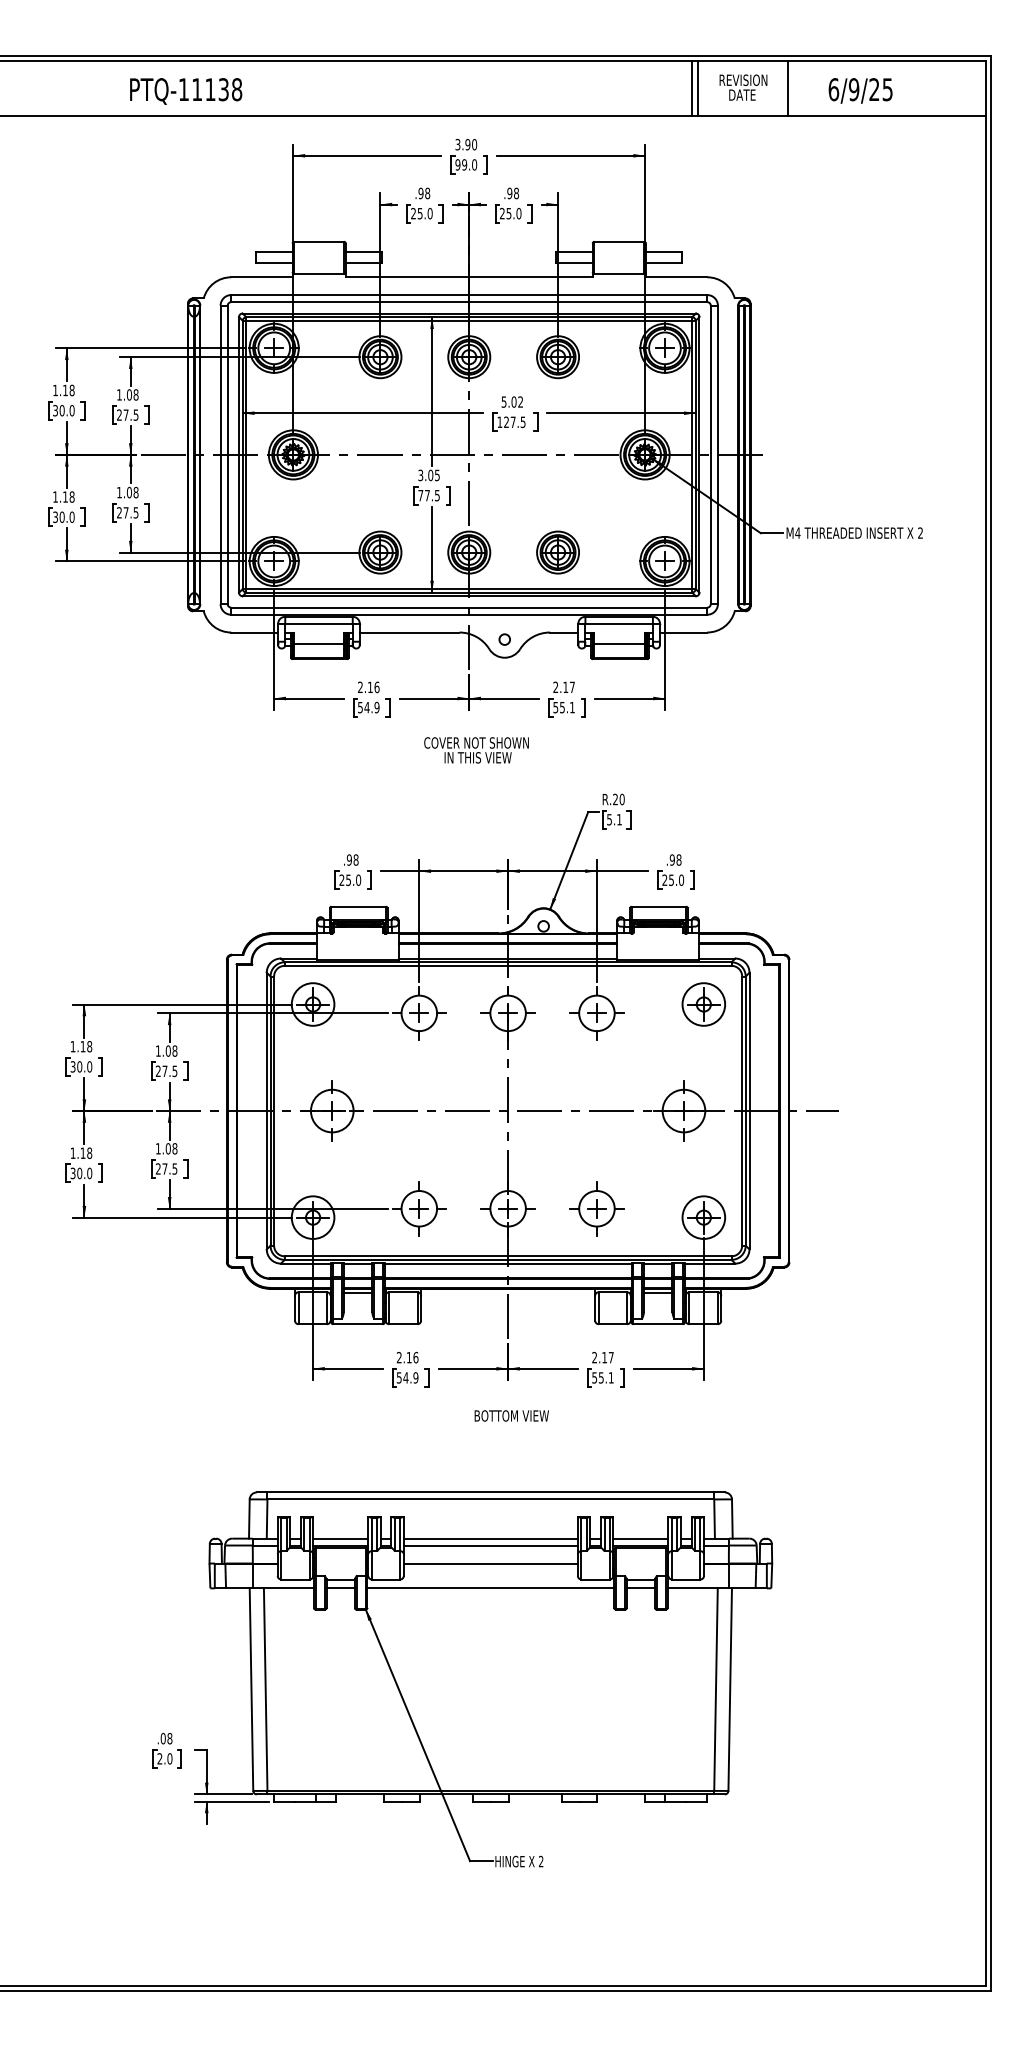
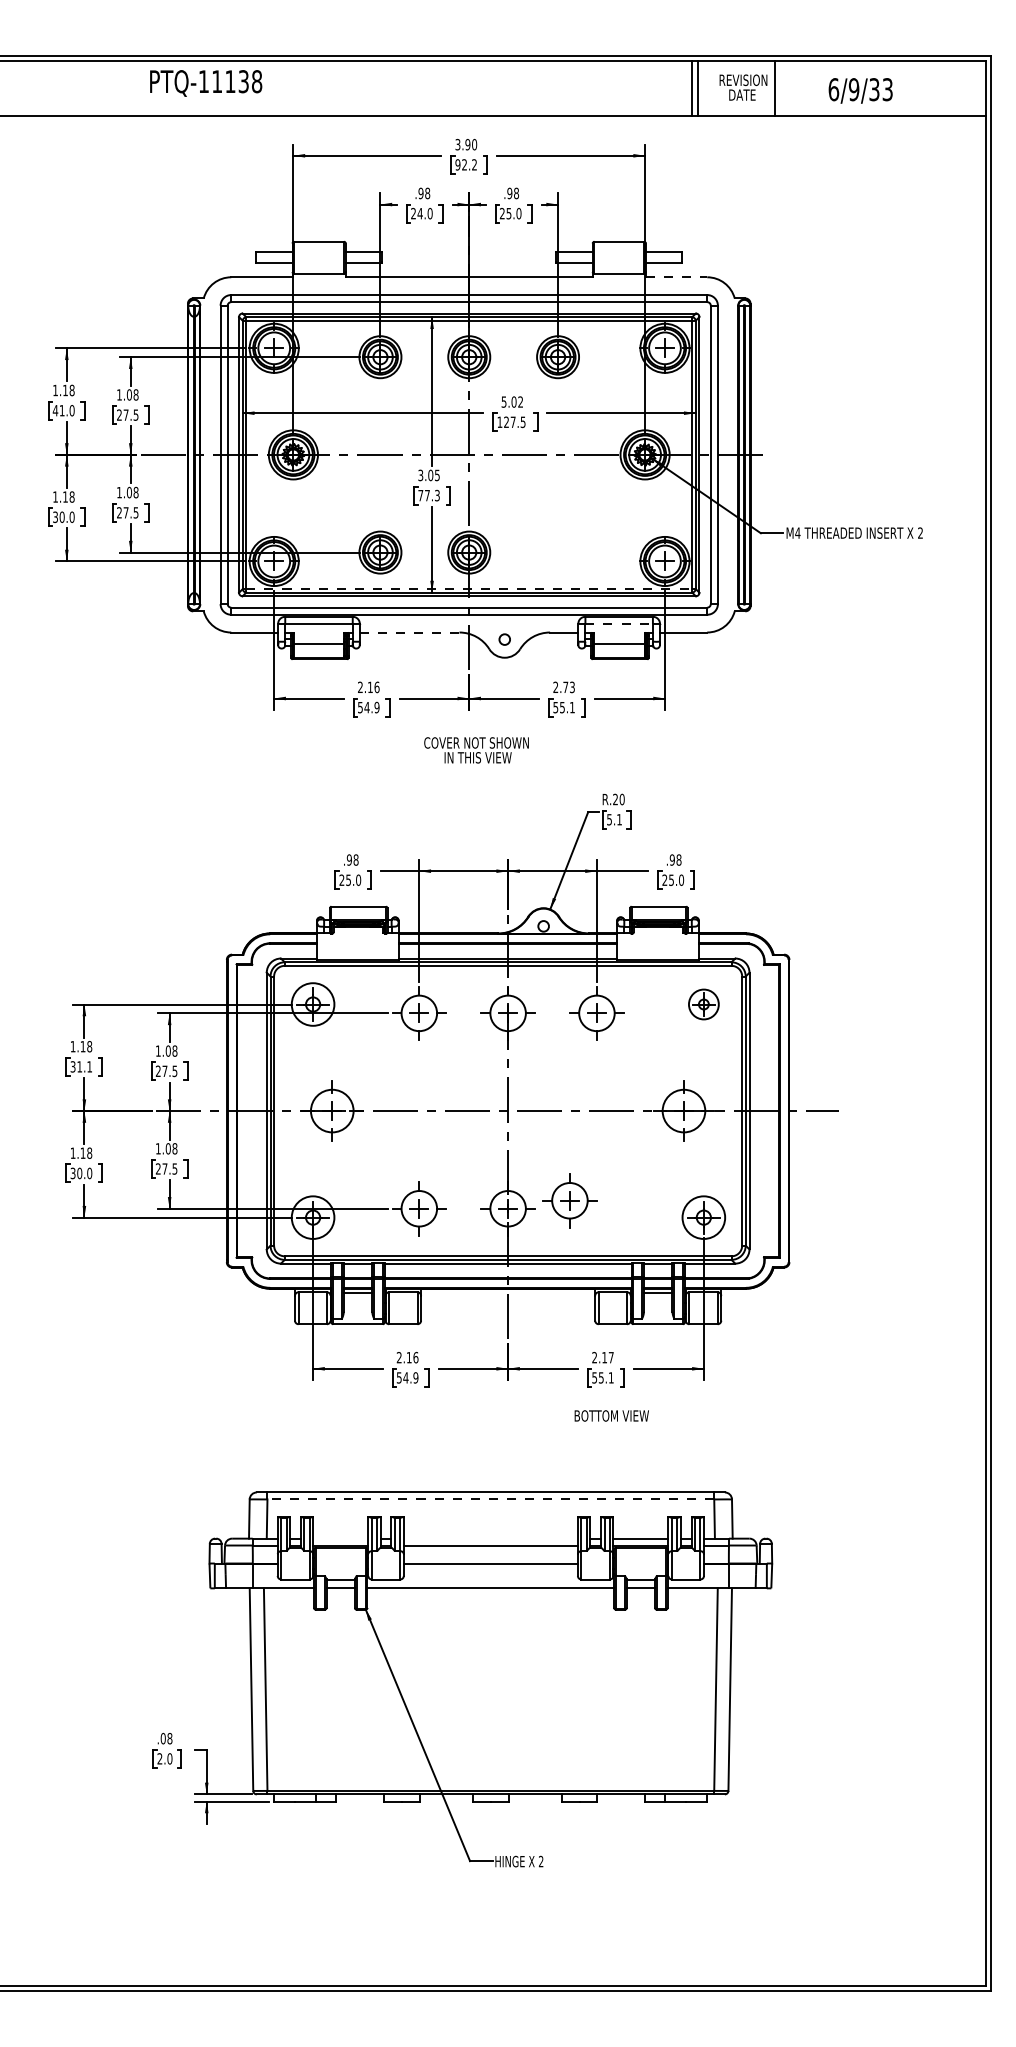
line at (788, 88) position: (788, 88) -> (775, 88)
text at (880, 89): 6/9/25 -> 6/9/33
text at (186, 91) position: (186, 91) -> (206, 83)
text at (469, 164): 99.0 -> 92.2
text at (419, 213): 25.0 -> 24.0
line at (676, 277): solid -> dashed
text at (58, 410): 30.0 -> 41.0
text at (437, 494): 77.5 -> 77.3
part at (557, 552): present -> none
line at (469, 588): solid -> dashed
line at (619, 623): solid -> dashed
line at (409, 632): solid -> dashed
text at (568, 687): 2.17 -> 2.73
part at (703, 1004) size: 46x45 px -> 32x33 px
text at (84, 1066): 30.0 -> 31.1
part at (596, 1208) position: (596, 1208) -> (569, 1200)
text at (511, 1415) position: (511, 1415) -> (611, 1415)
line at (490, 1499): solid -> dashed
line at (340, 1538): present -> none
line at (490, 1538): present -> none
